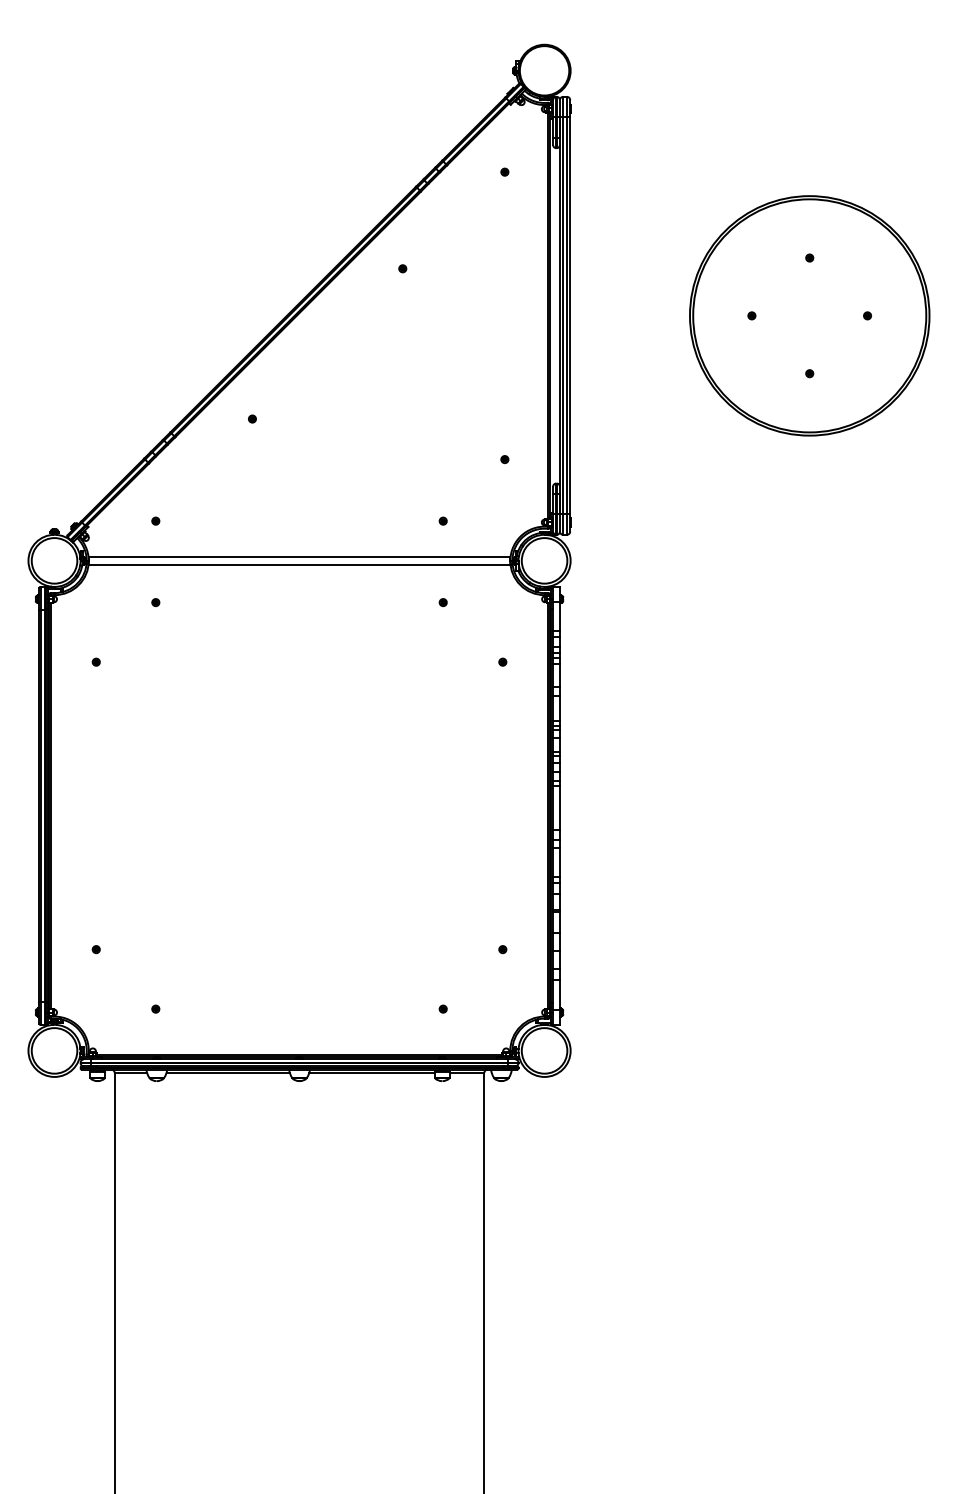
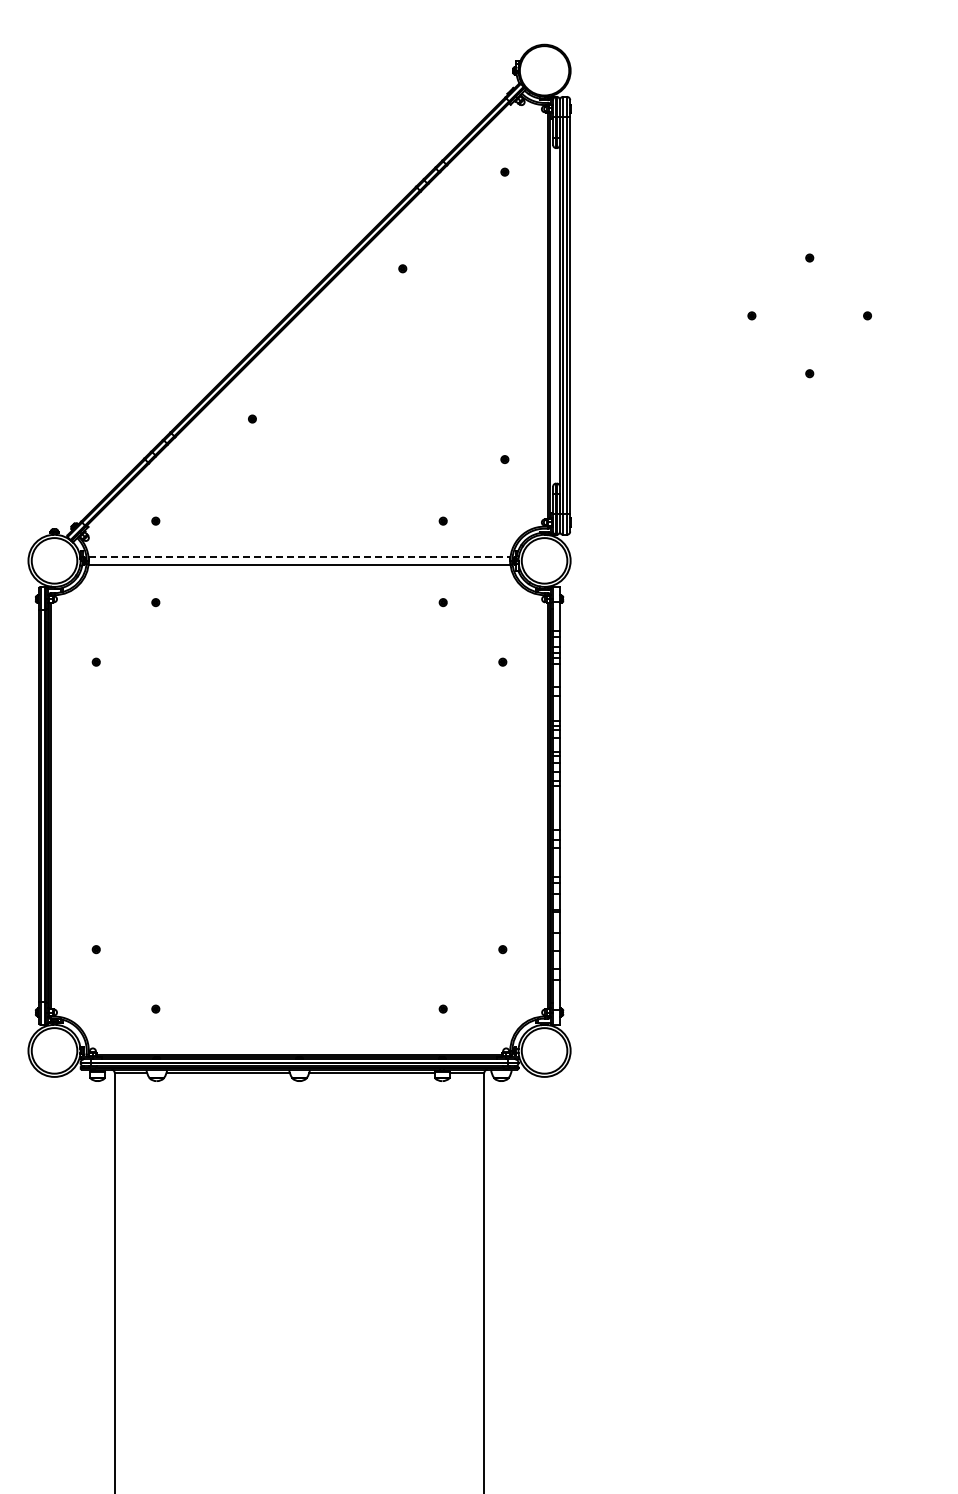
part at (809, 315): present -> none
line at (299, 557): solid -> dashed
